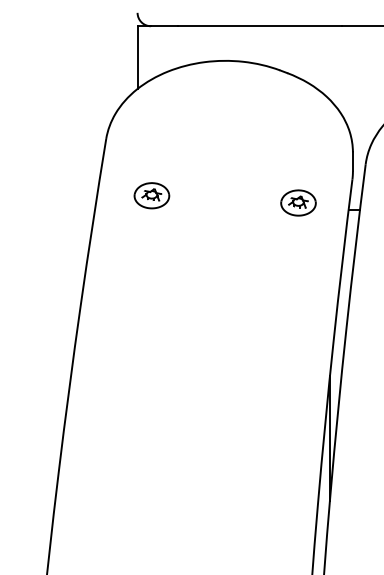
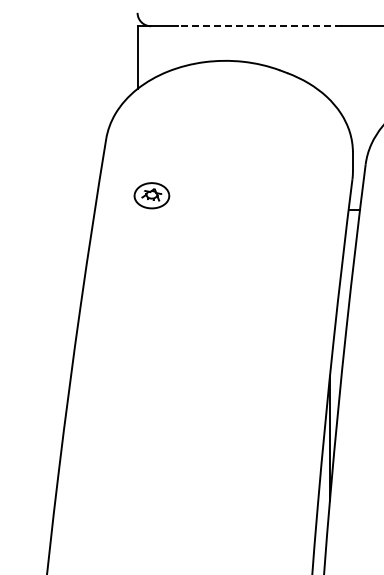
line at (260, 26): solid -> dashed
part at (298, 202): present -> none
